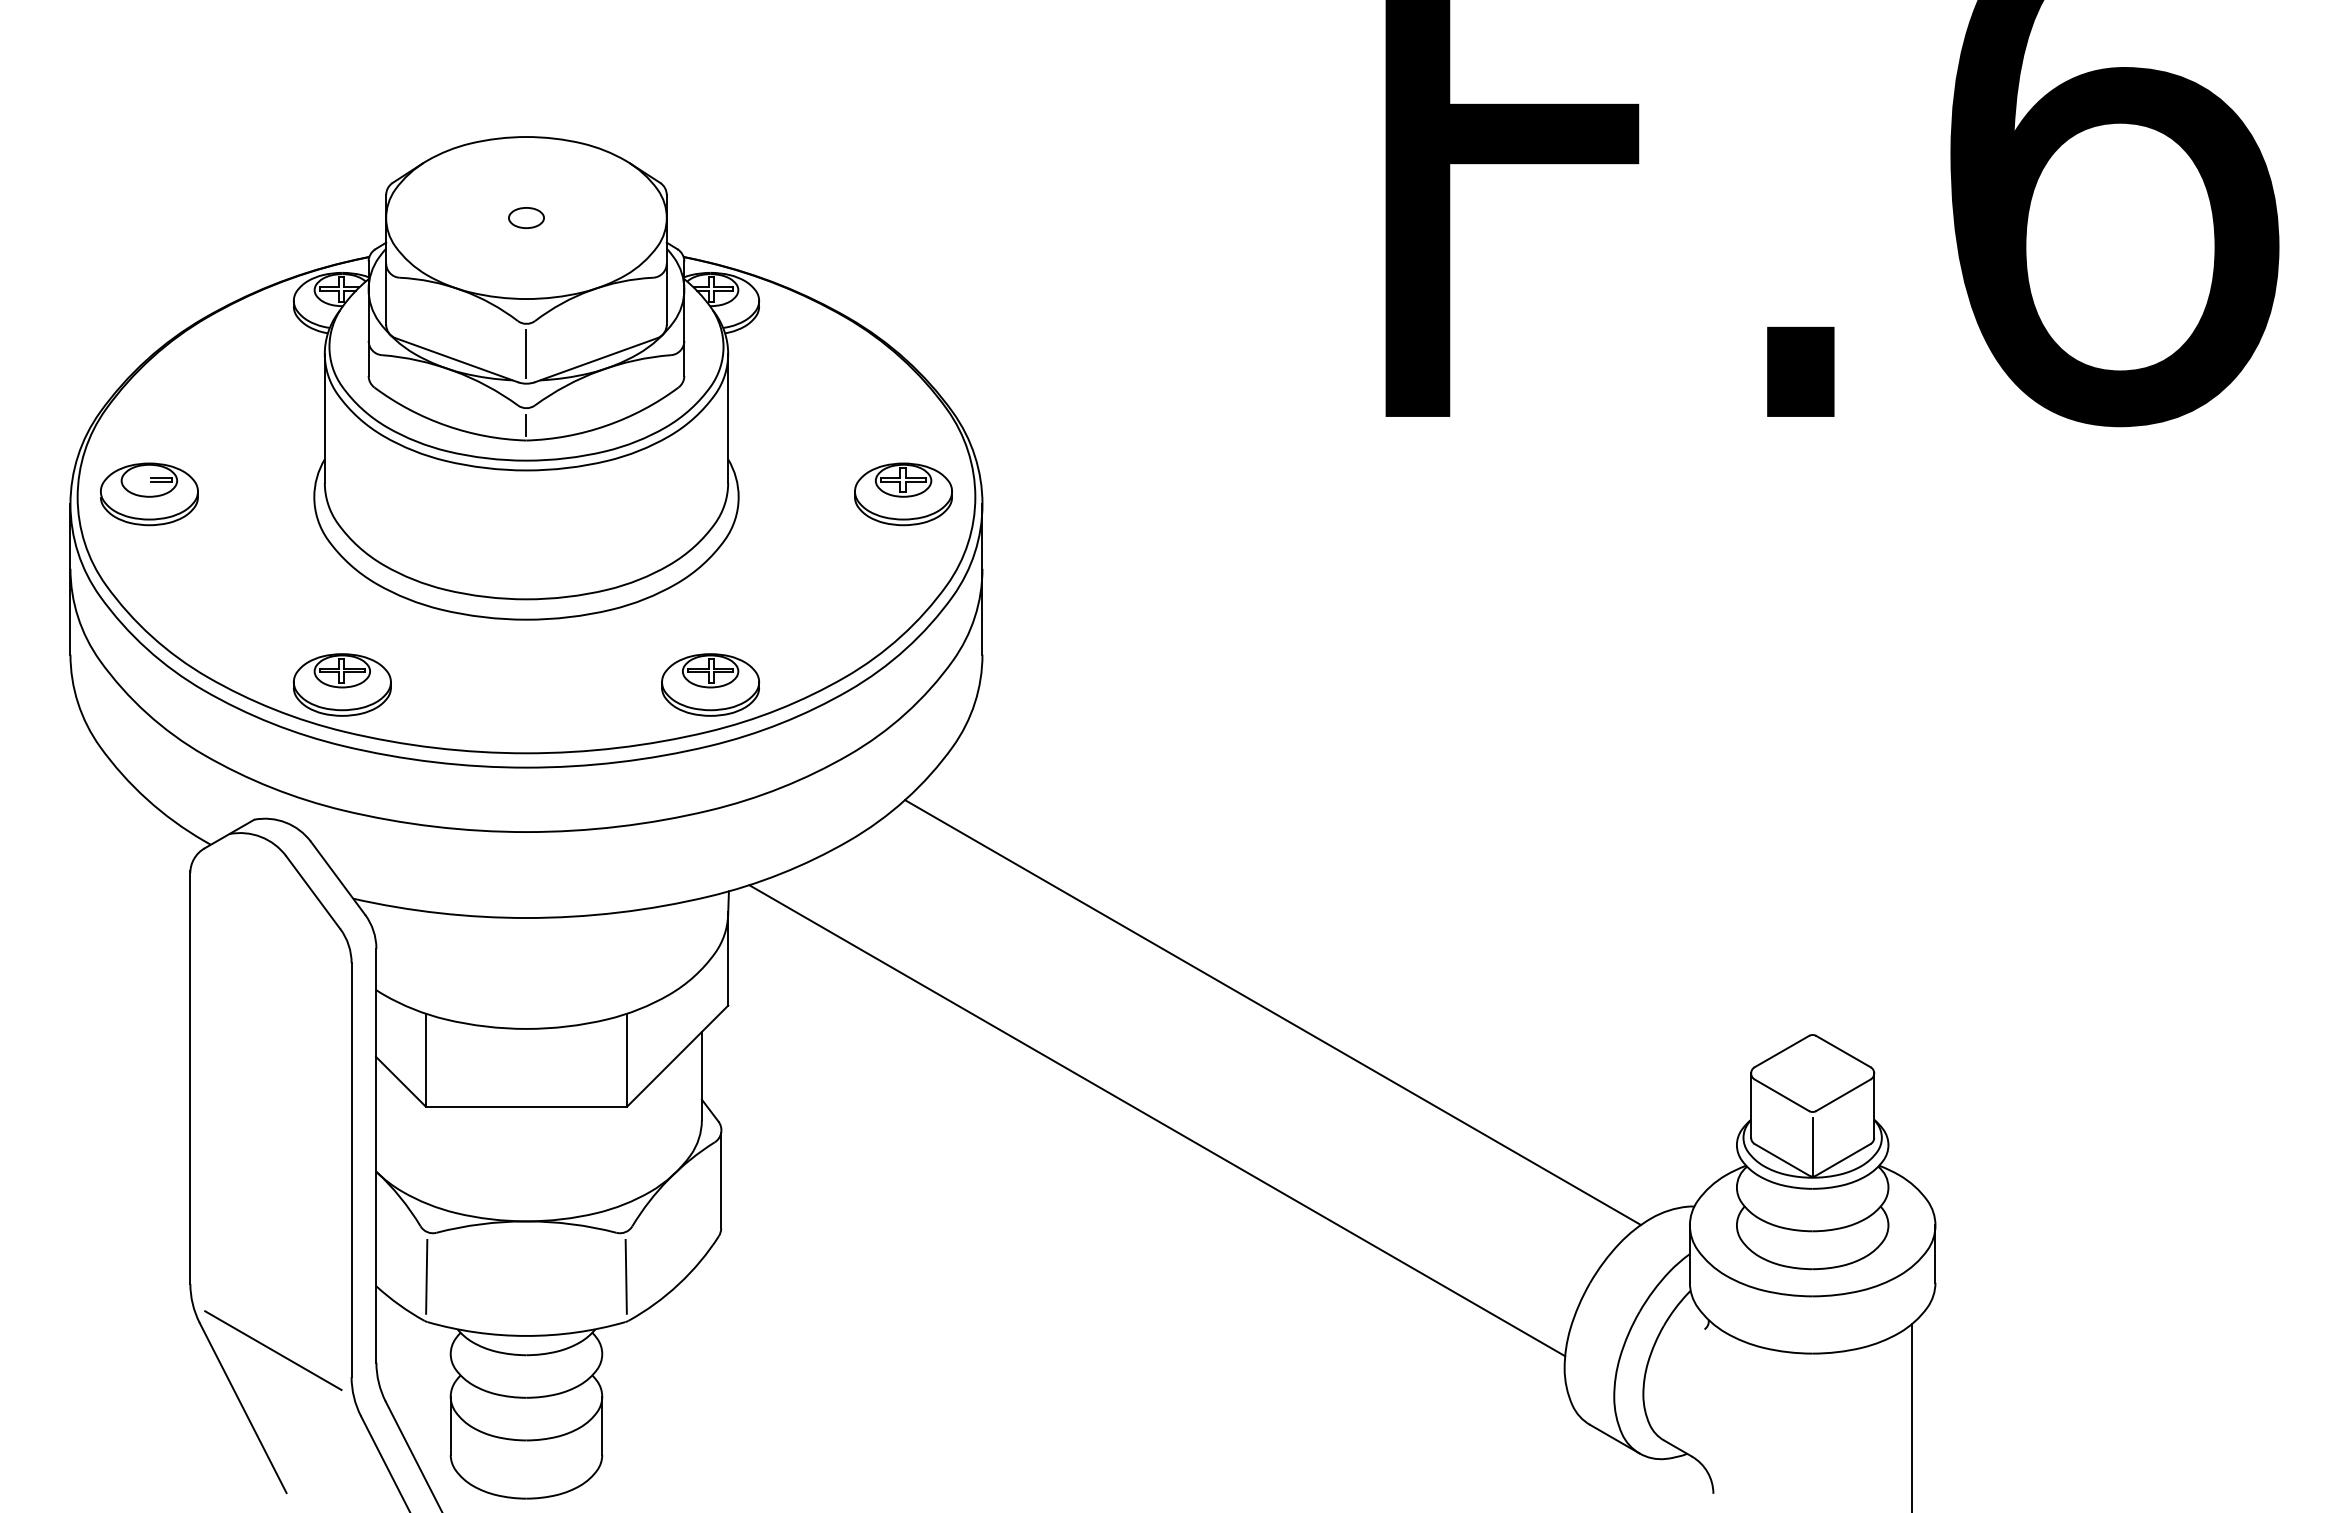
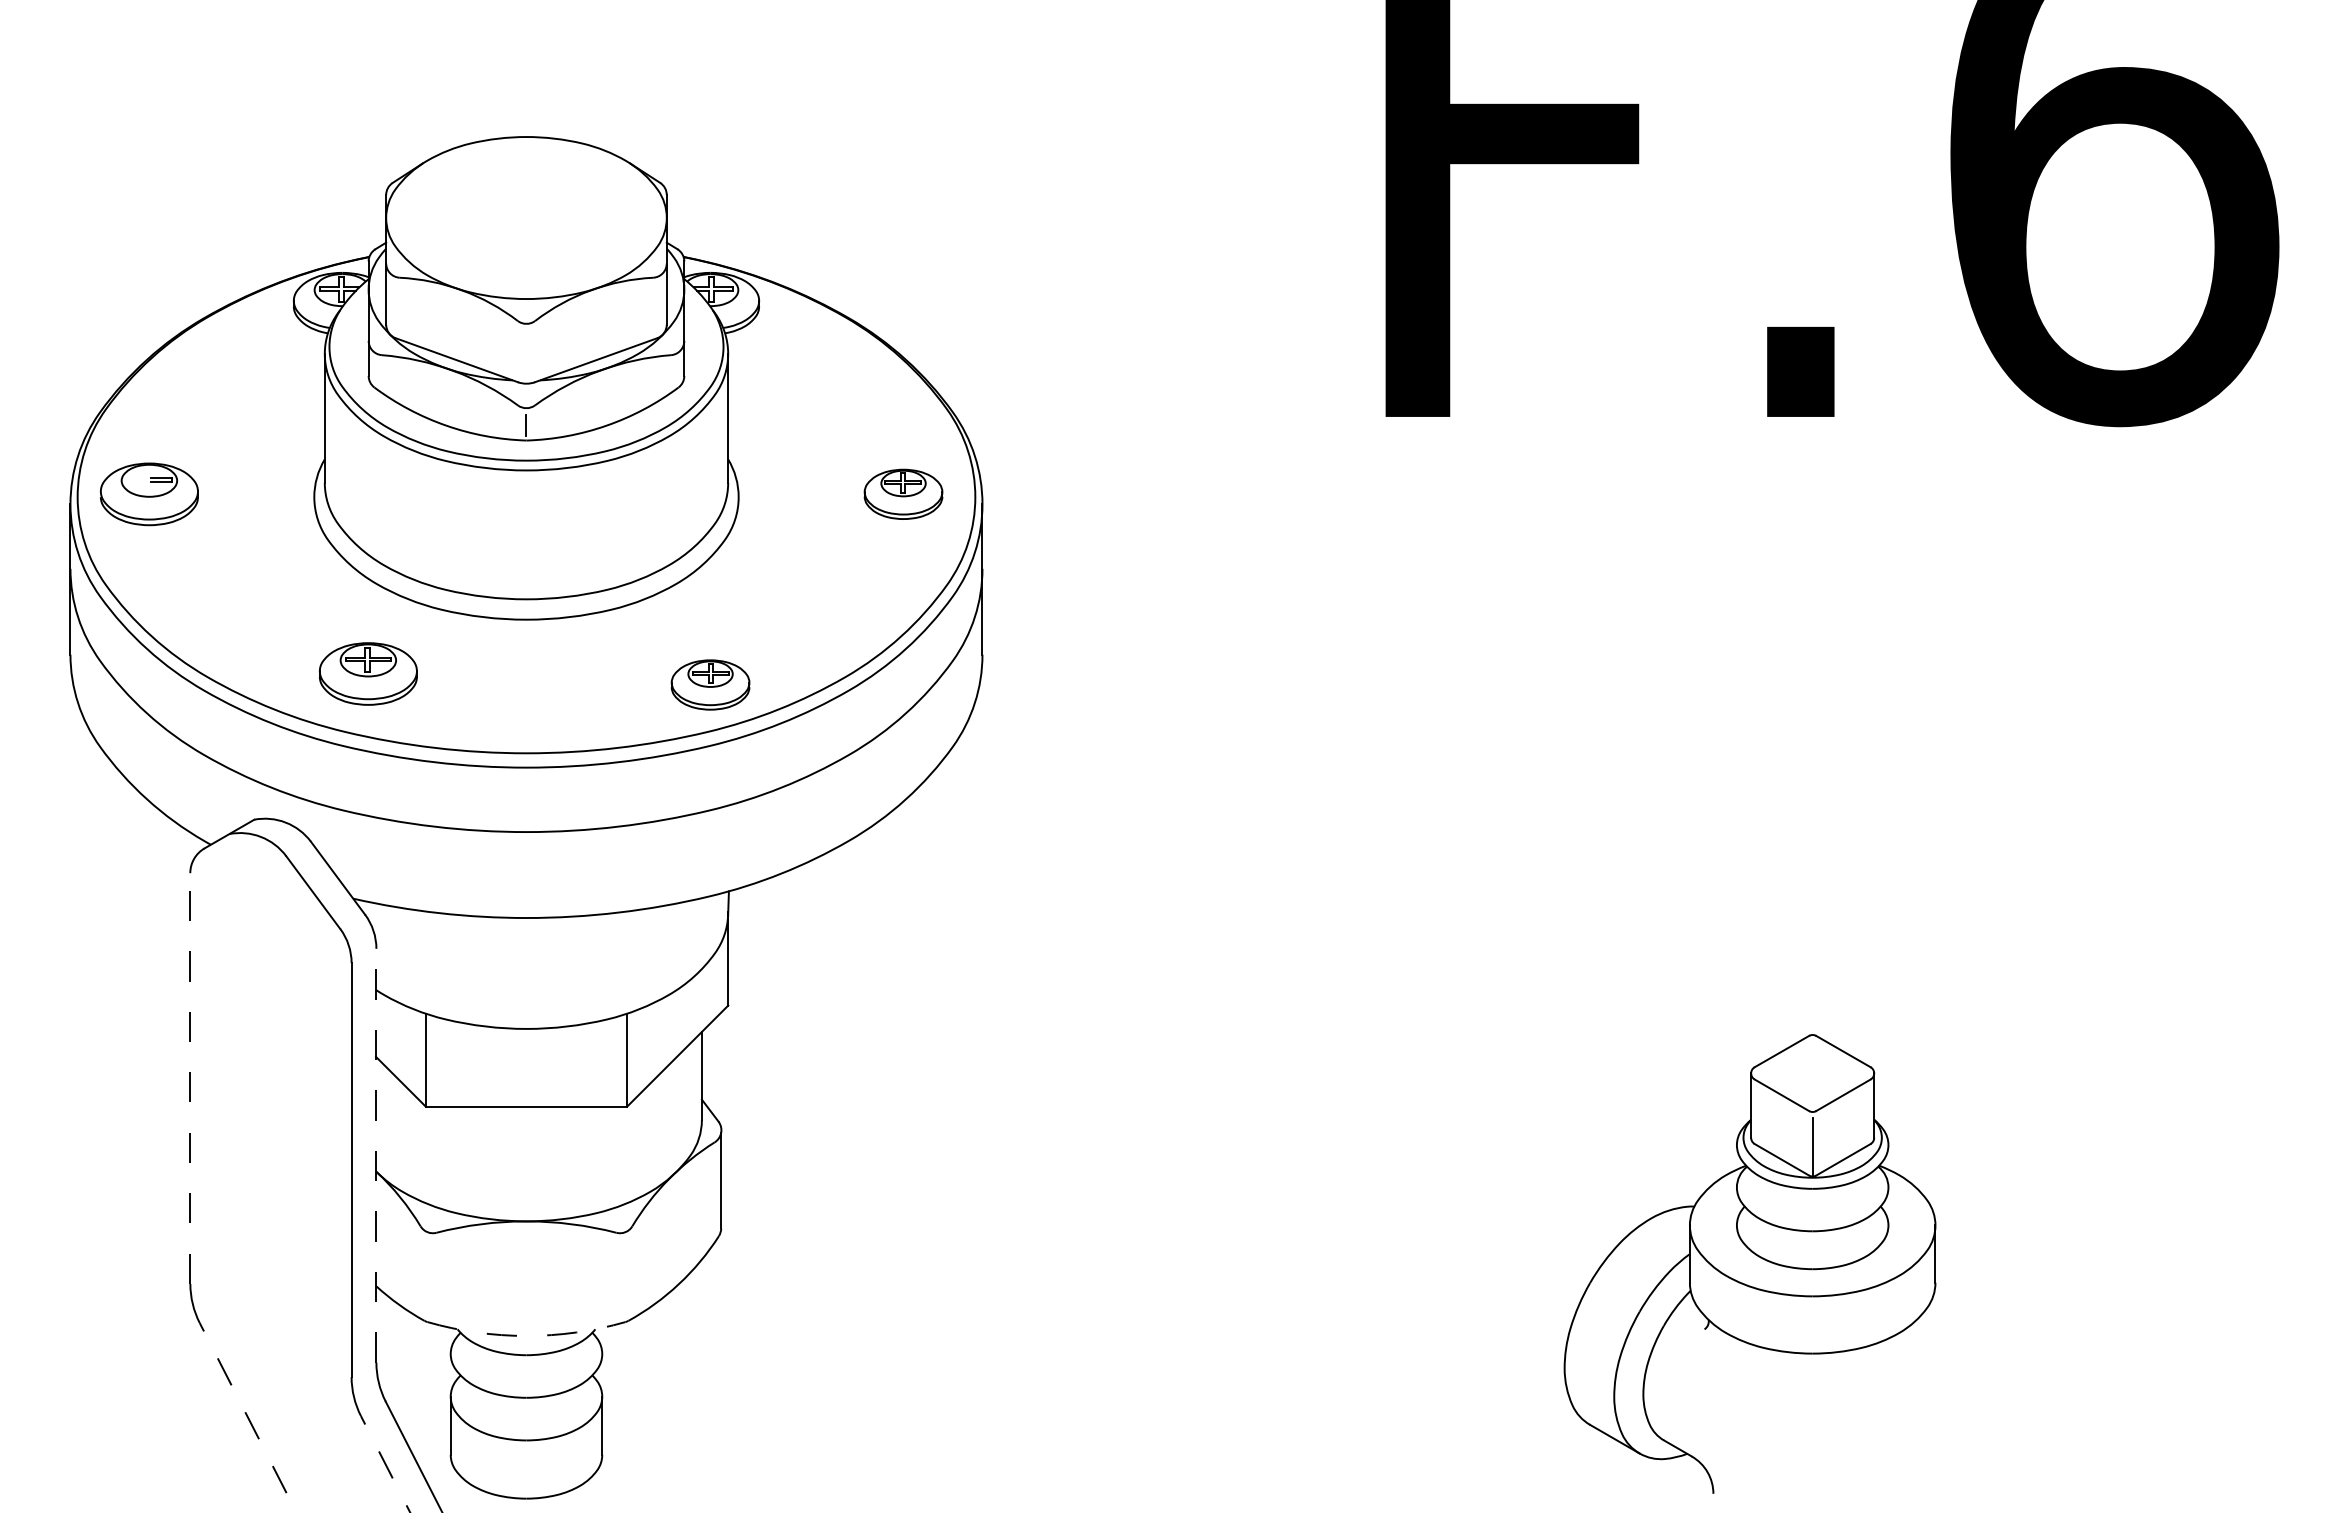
part at (526, 217): present -> none
line at (526, 354): present -> none
part at (903, 494) size: 99x65 px -> 81x52 px
part at (342, 684) position: (342, 684) -> (368, 673)
part at (710, 684) size: 99x64 px -> 81x52 px
line at (1272, 1012): present -> none
line at (190, 1077): solid -> dashed
line at (1157, 1120): present -> none
line at (376, 1155): solid -> dashed
line at (426, 1276): present -> none
line at (625, 1276): present -> none
arc at (526, 1335): solid -> dashed
line at (273, 1350): present -> none
line at (242, 1407): solid -> dashed
line at (1911, 1416): present -> none
line at (385, 1464): solid -> dashed
